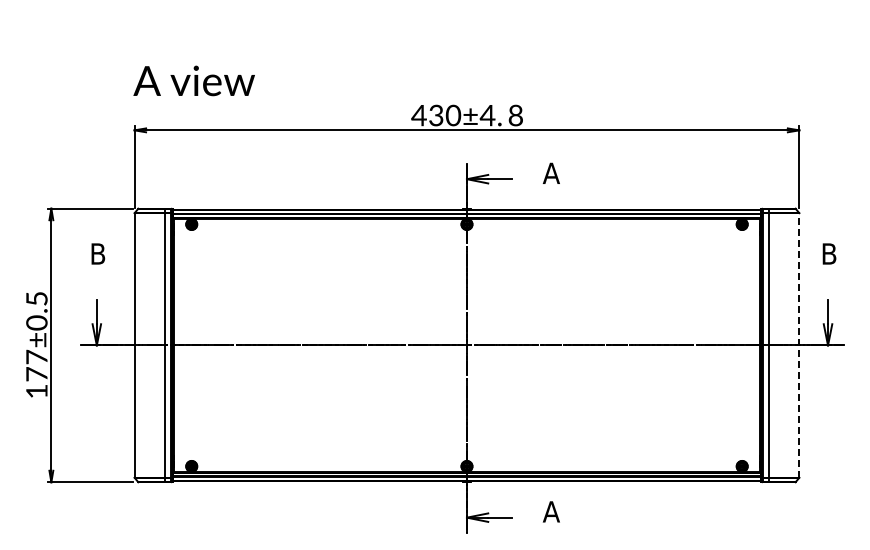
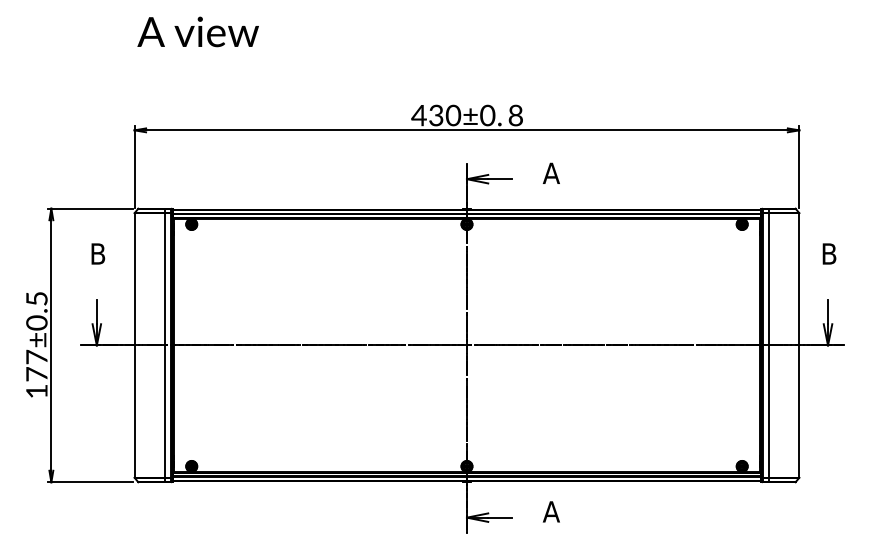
text at (193, 80) position: (193, 80) -> (197, 31)
text at (487, 115): 430±4. -> 430±0.
line at (799, 344): dashed -> solid
